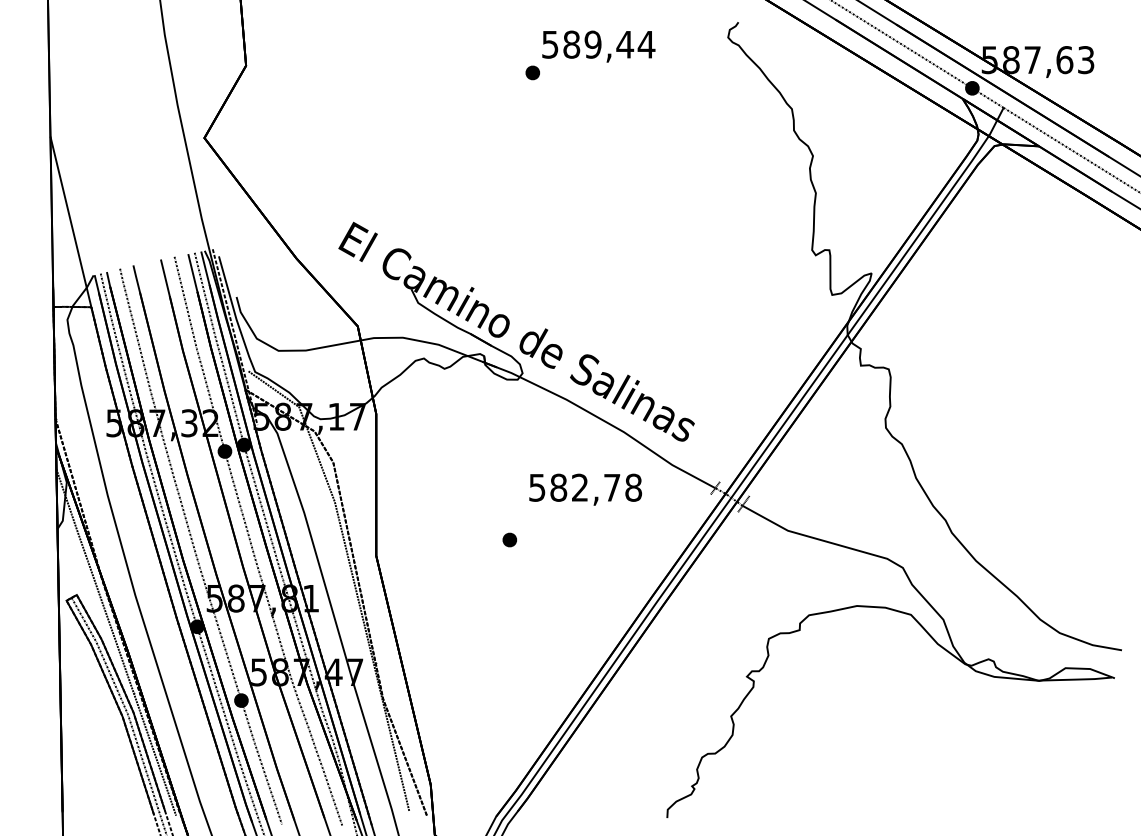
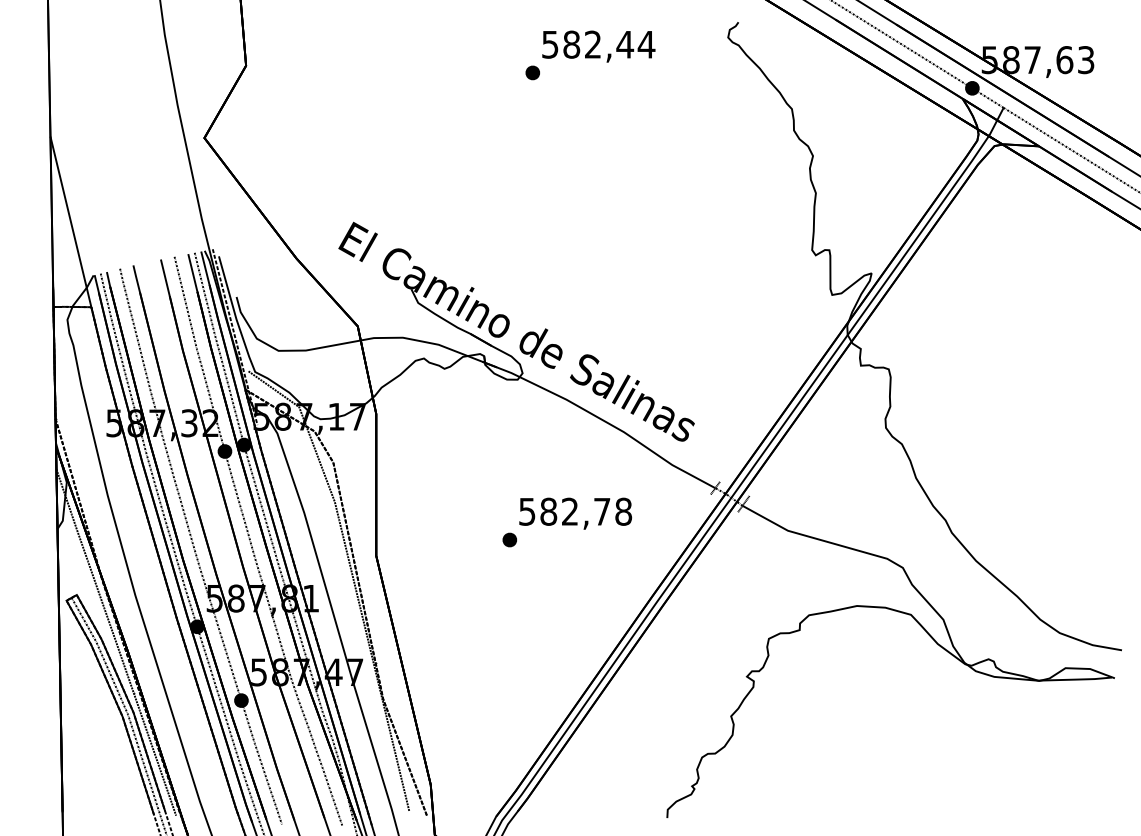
text at (592, 44): 589,44 -> 582,44
text at (585, 489) position: (585, 489) -> (575, 513)
